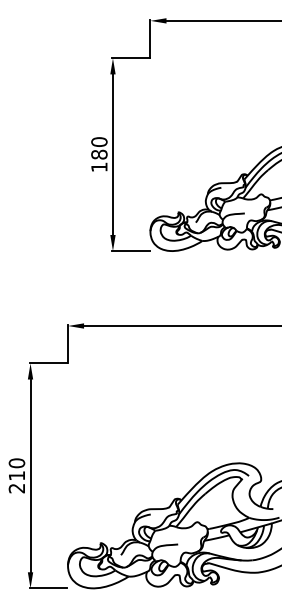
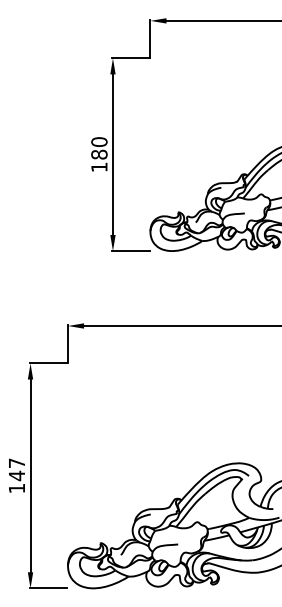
text at (16, 475): 210 -> 147
